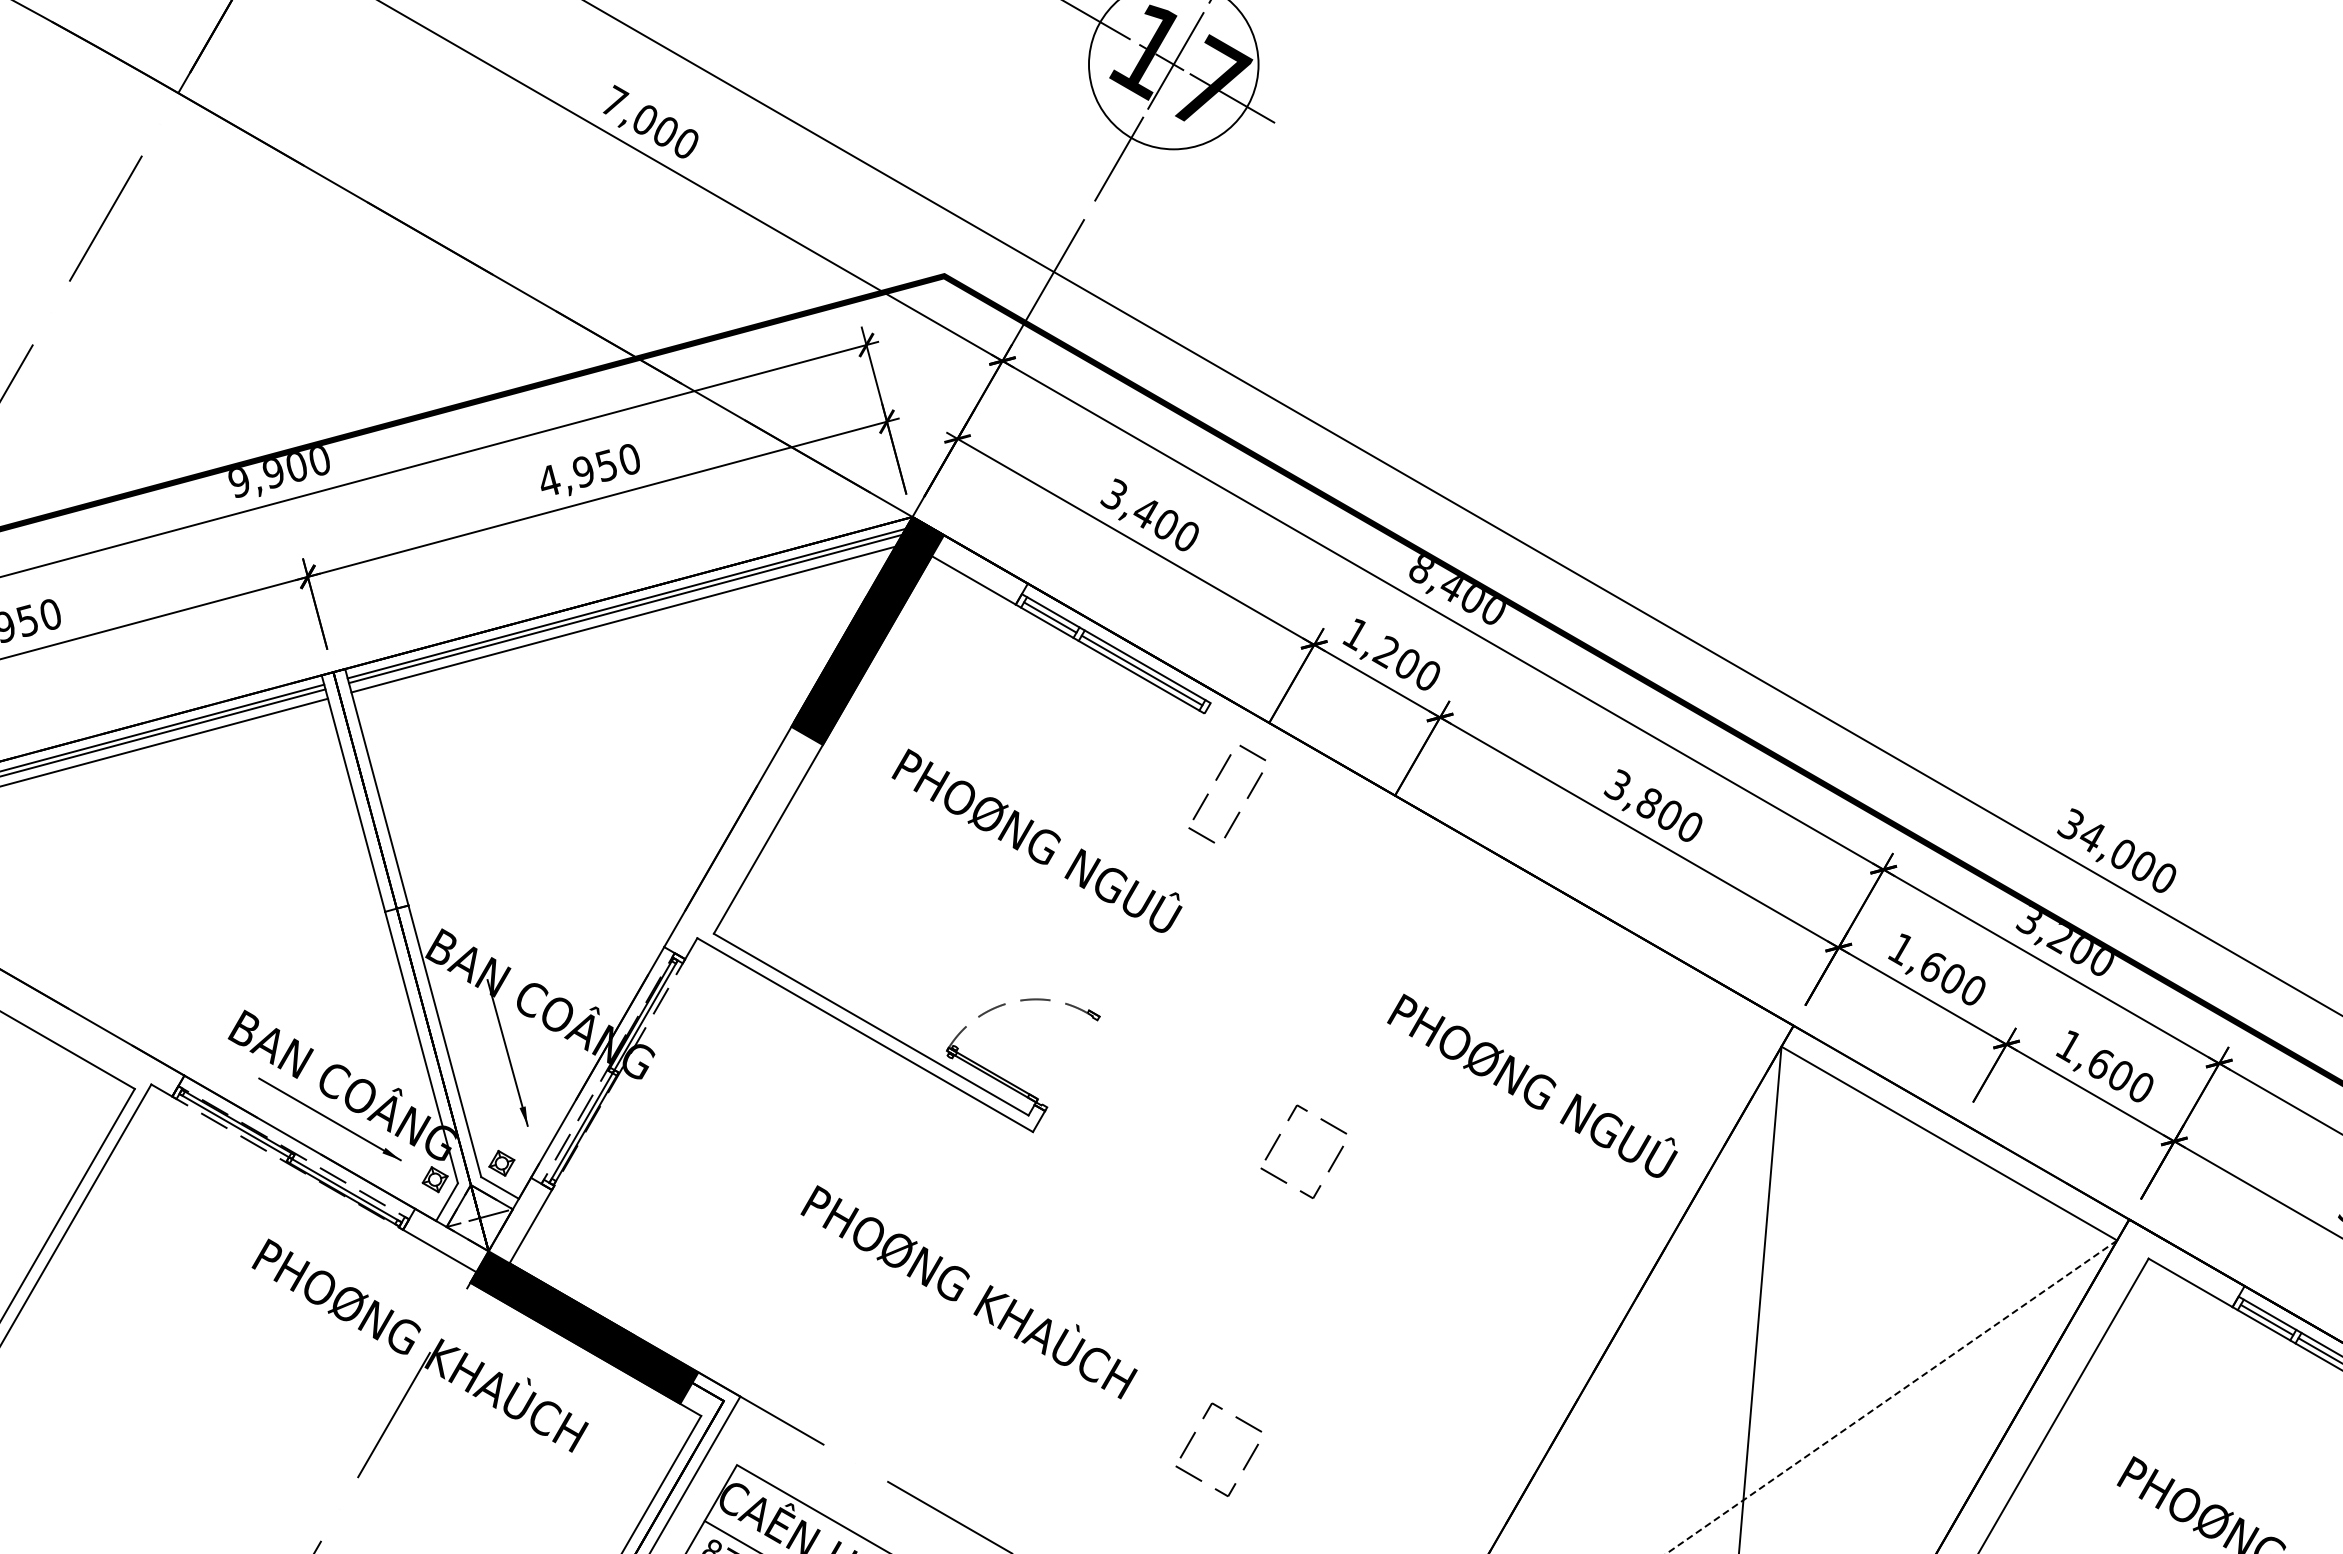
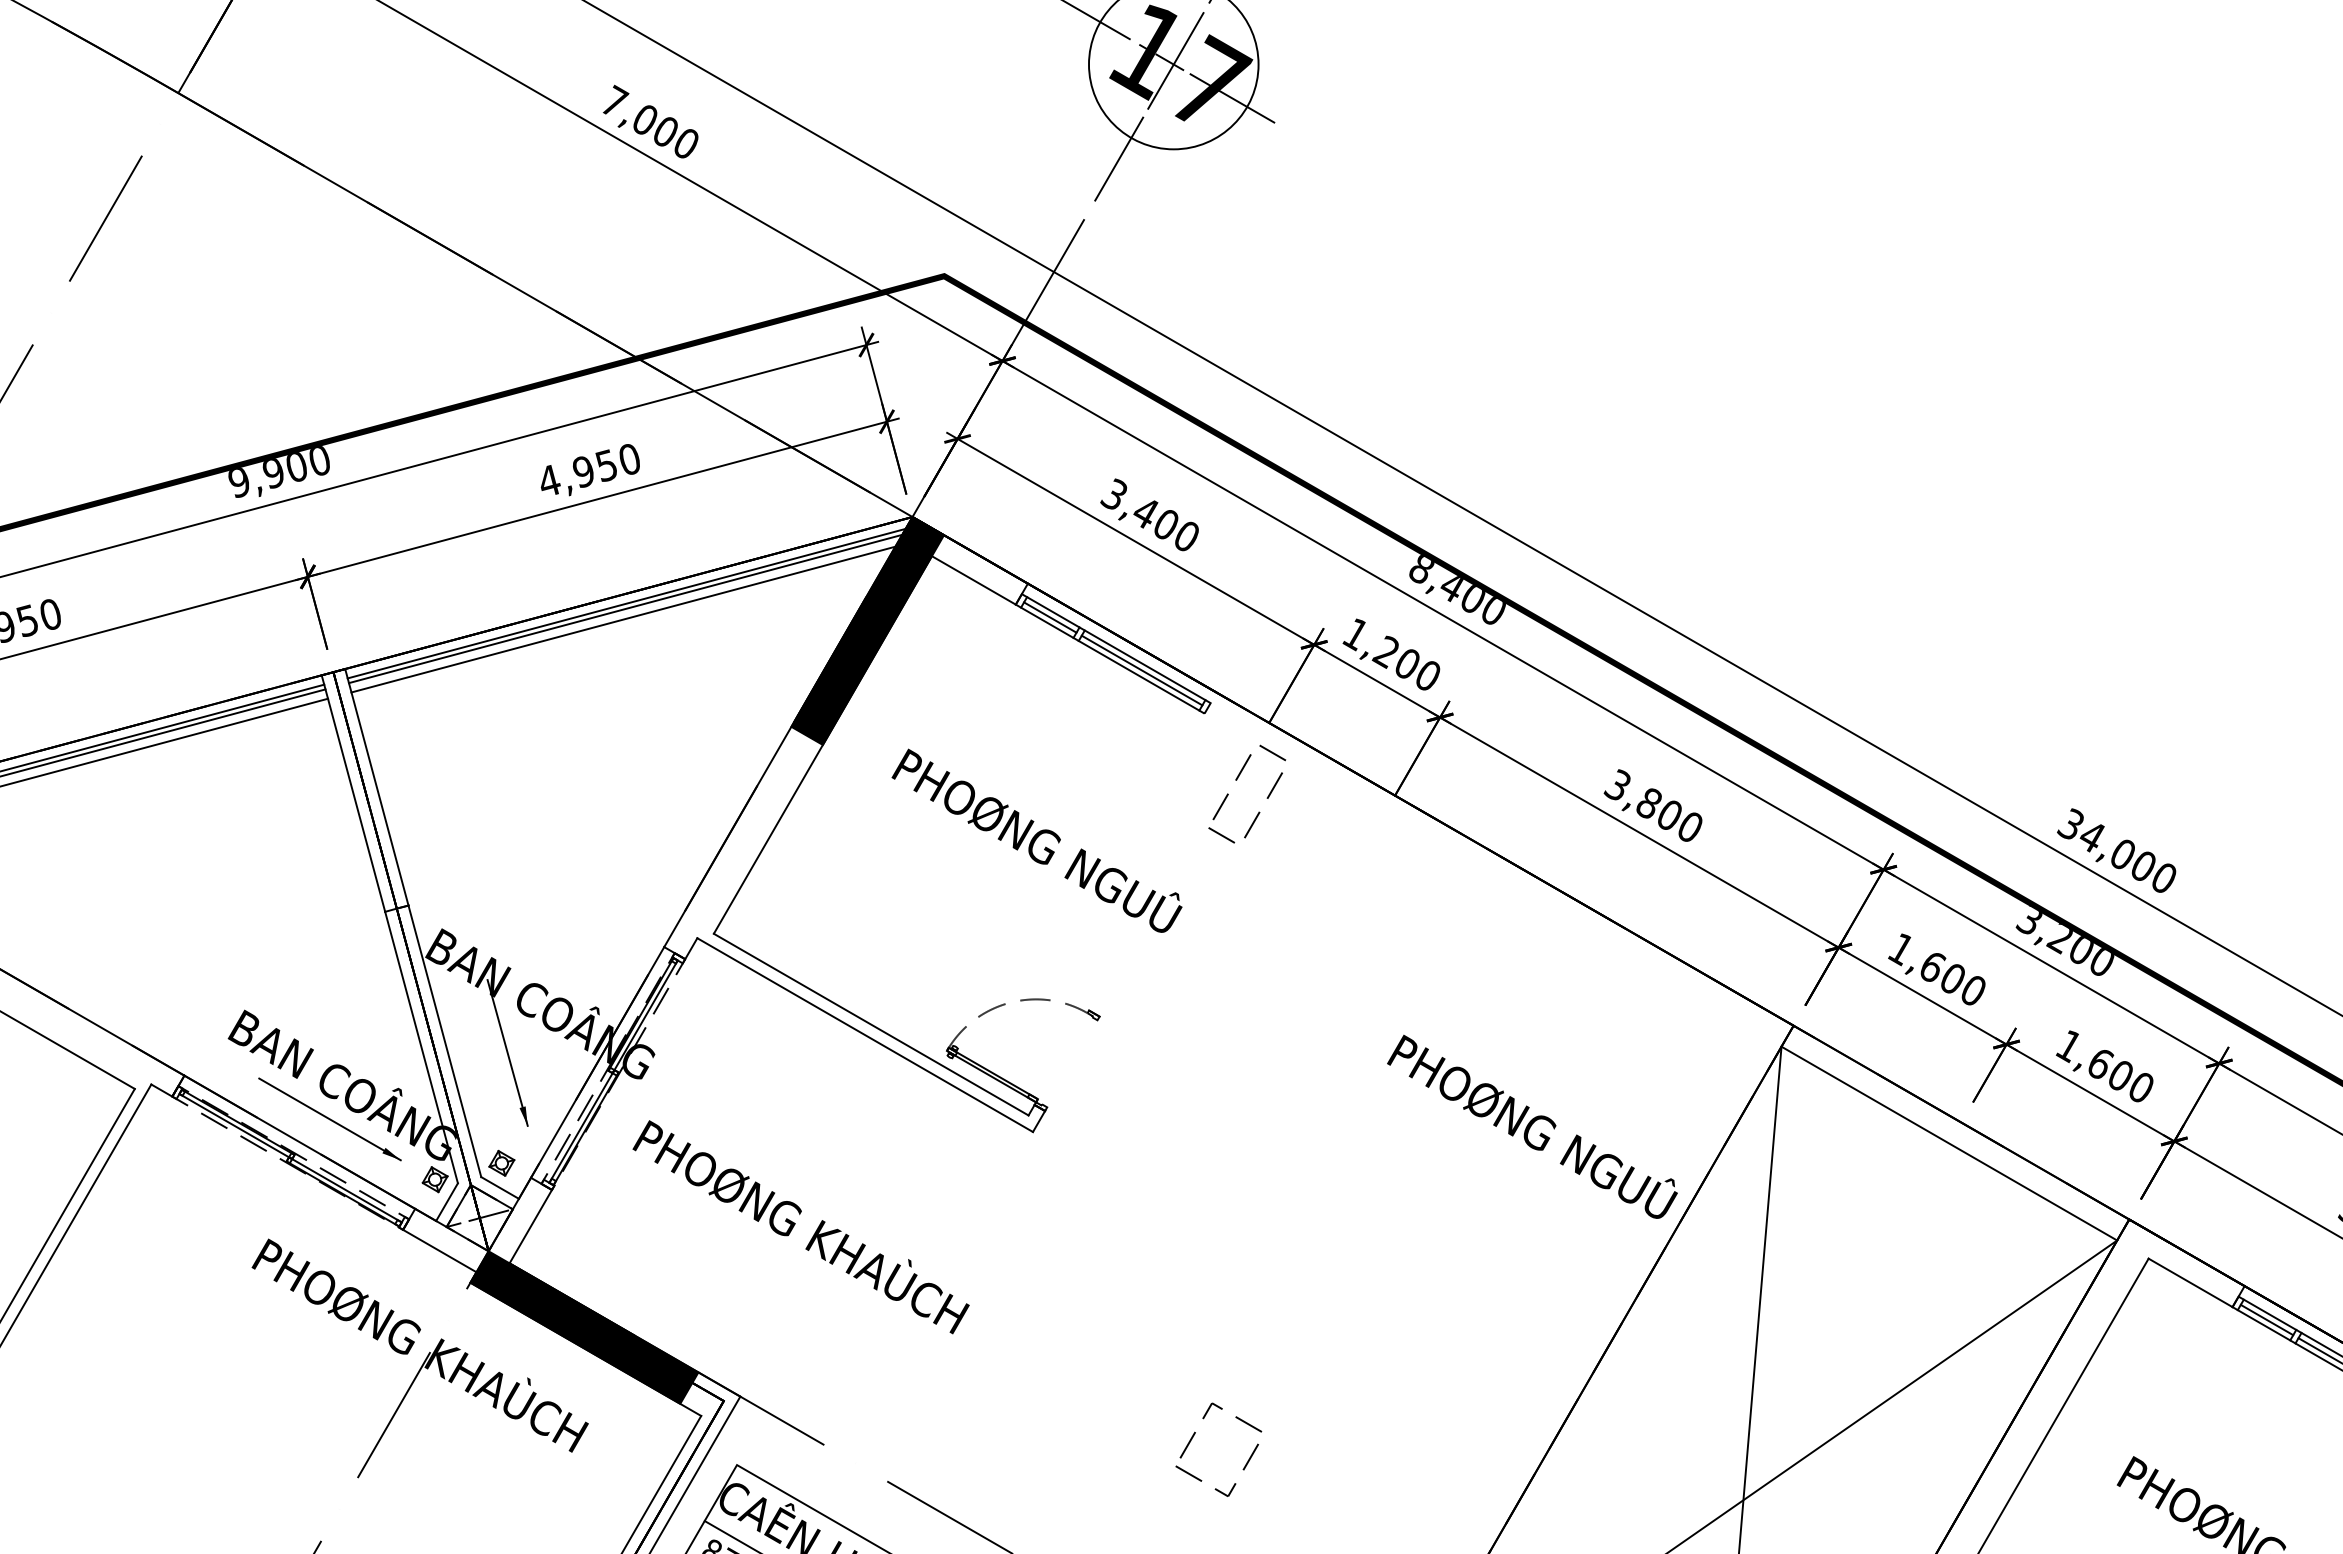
part at (1216, 780) position: (1216, 780) -> (1236, 780)
text at (1532, 1085) position: (1532, 1085) -> (1532, 1126)
part at (1280, 1136): present -> none
text at (968, 1292) position: (968, 1292) -> (800, 1227)
line at (1891, 1397): dashed -> solid
